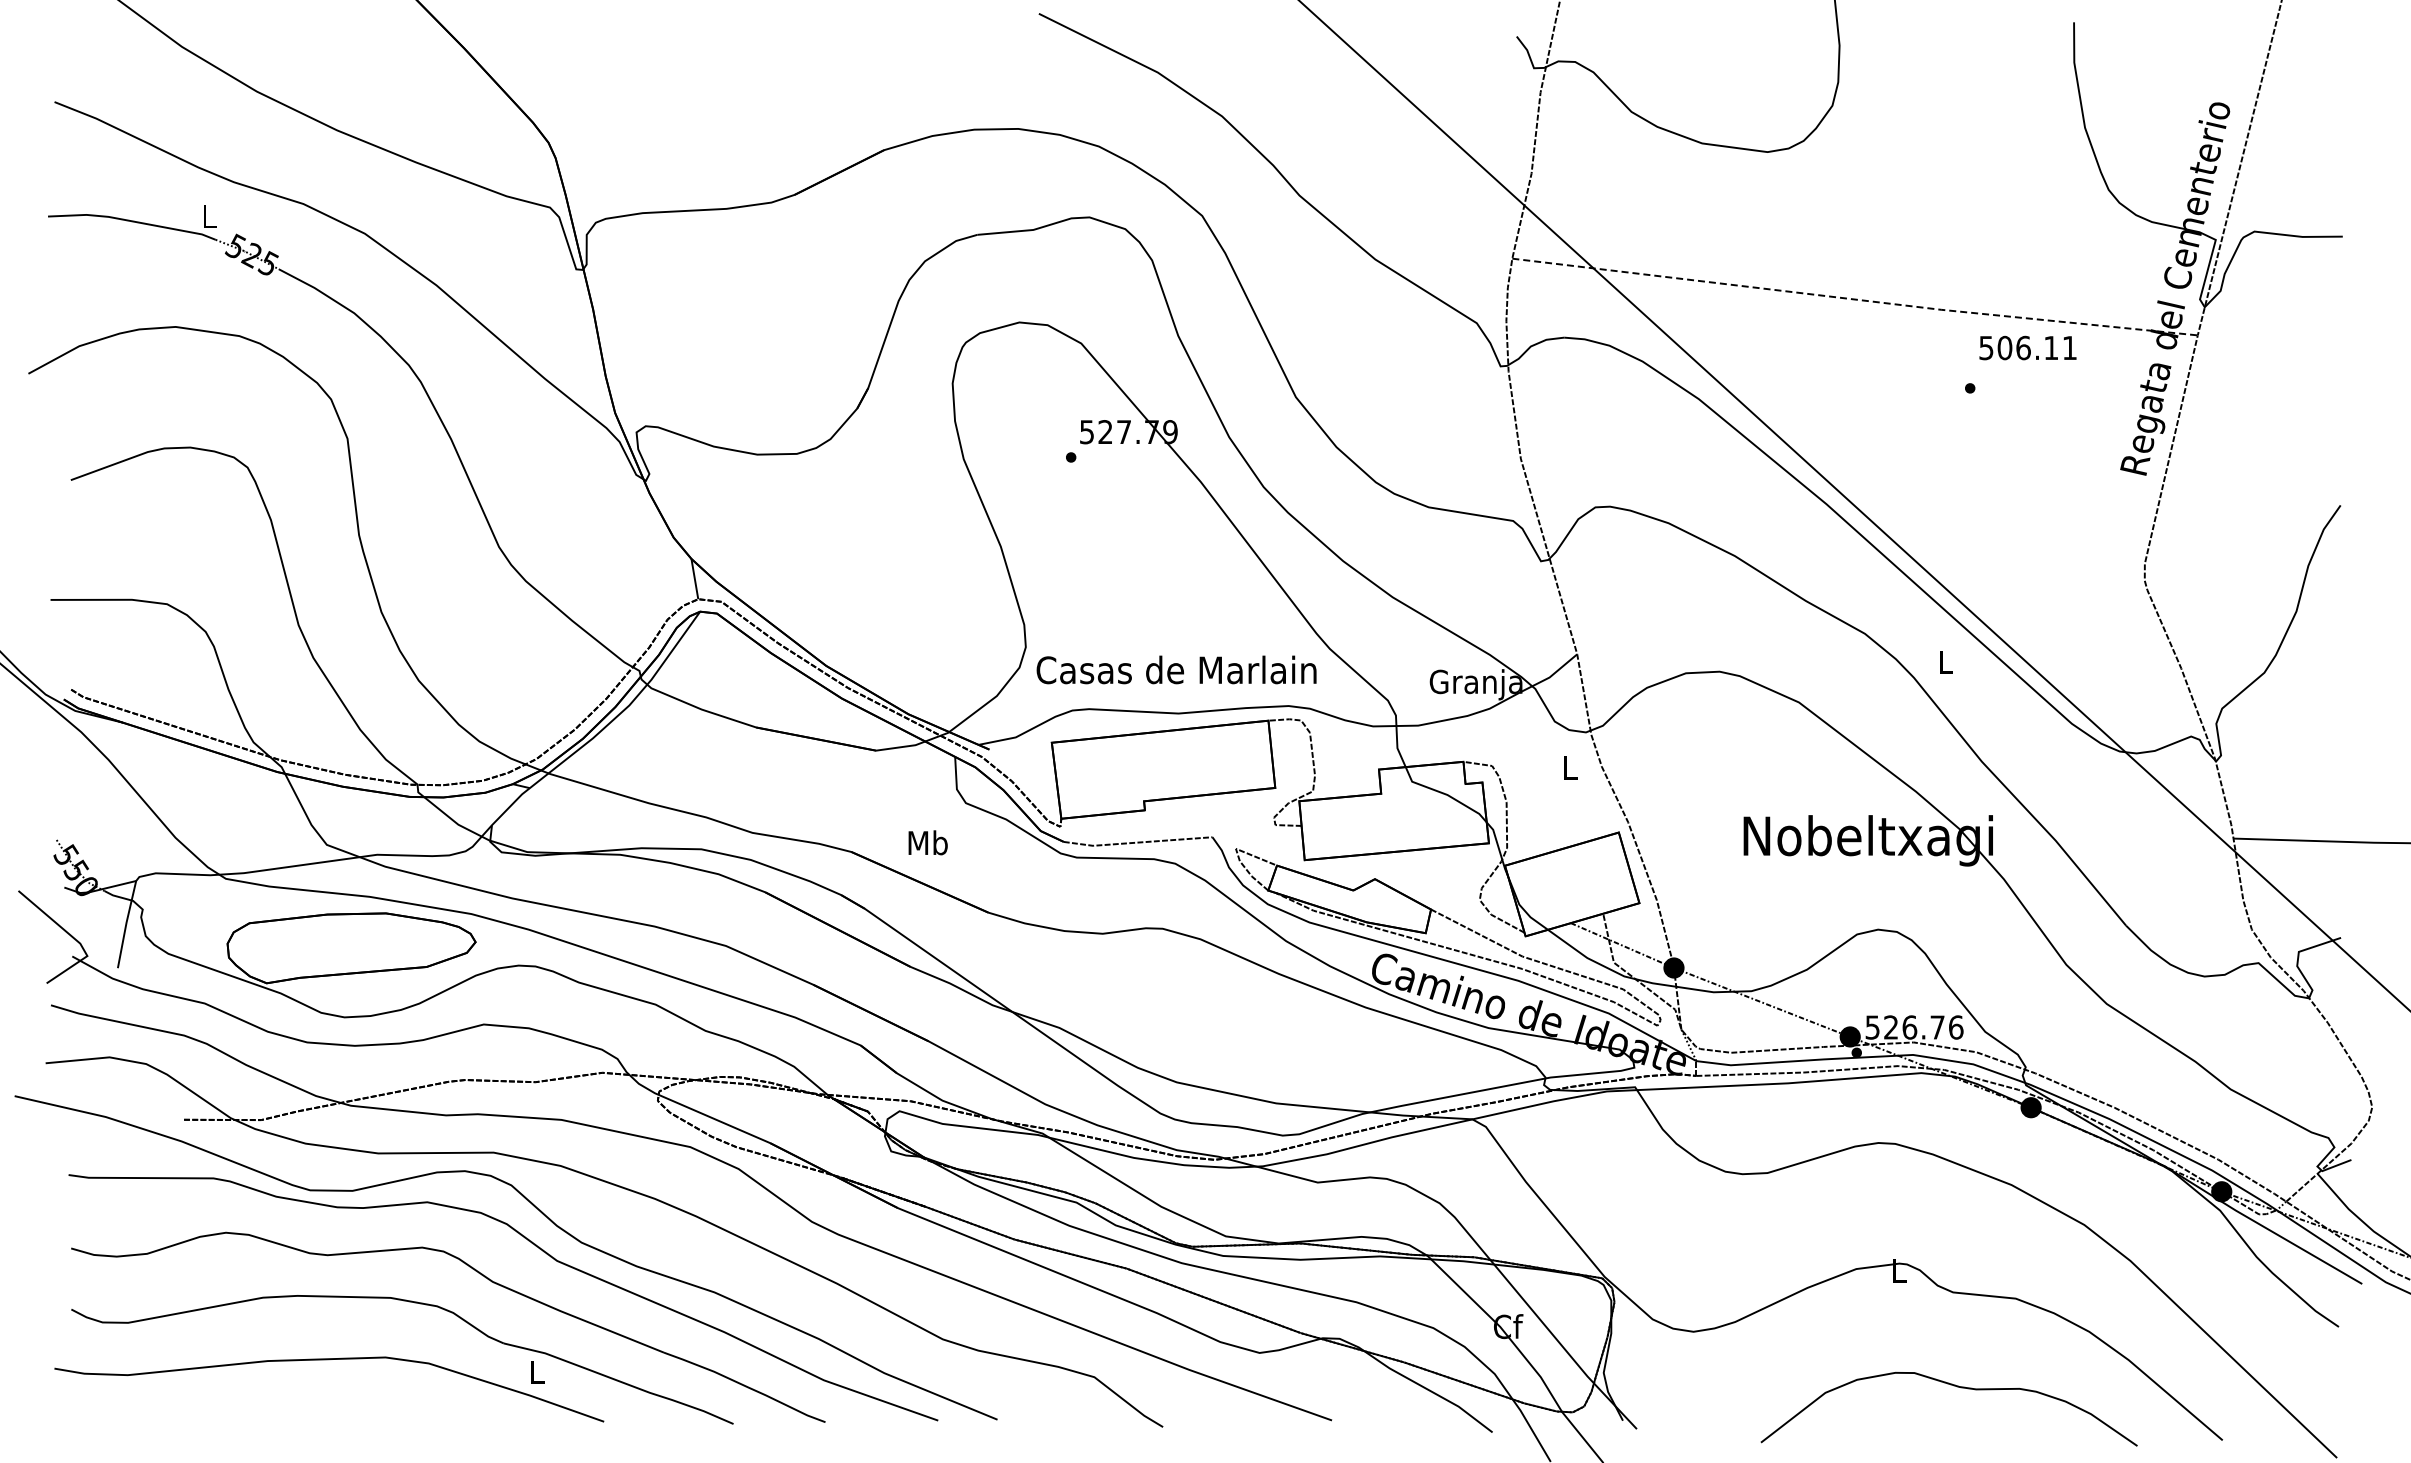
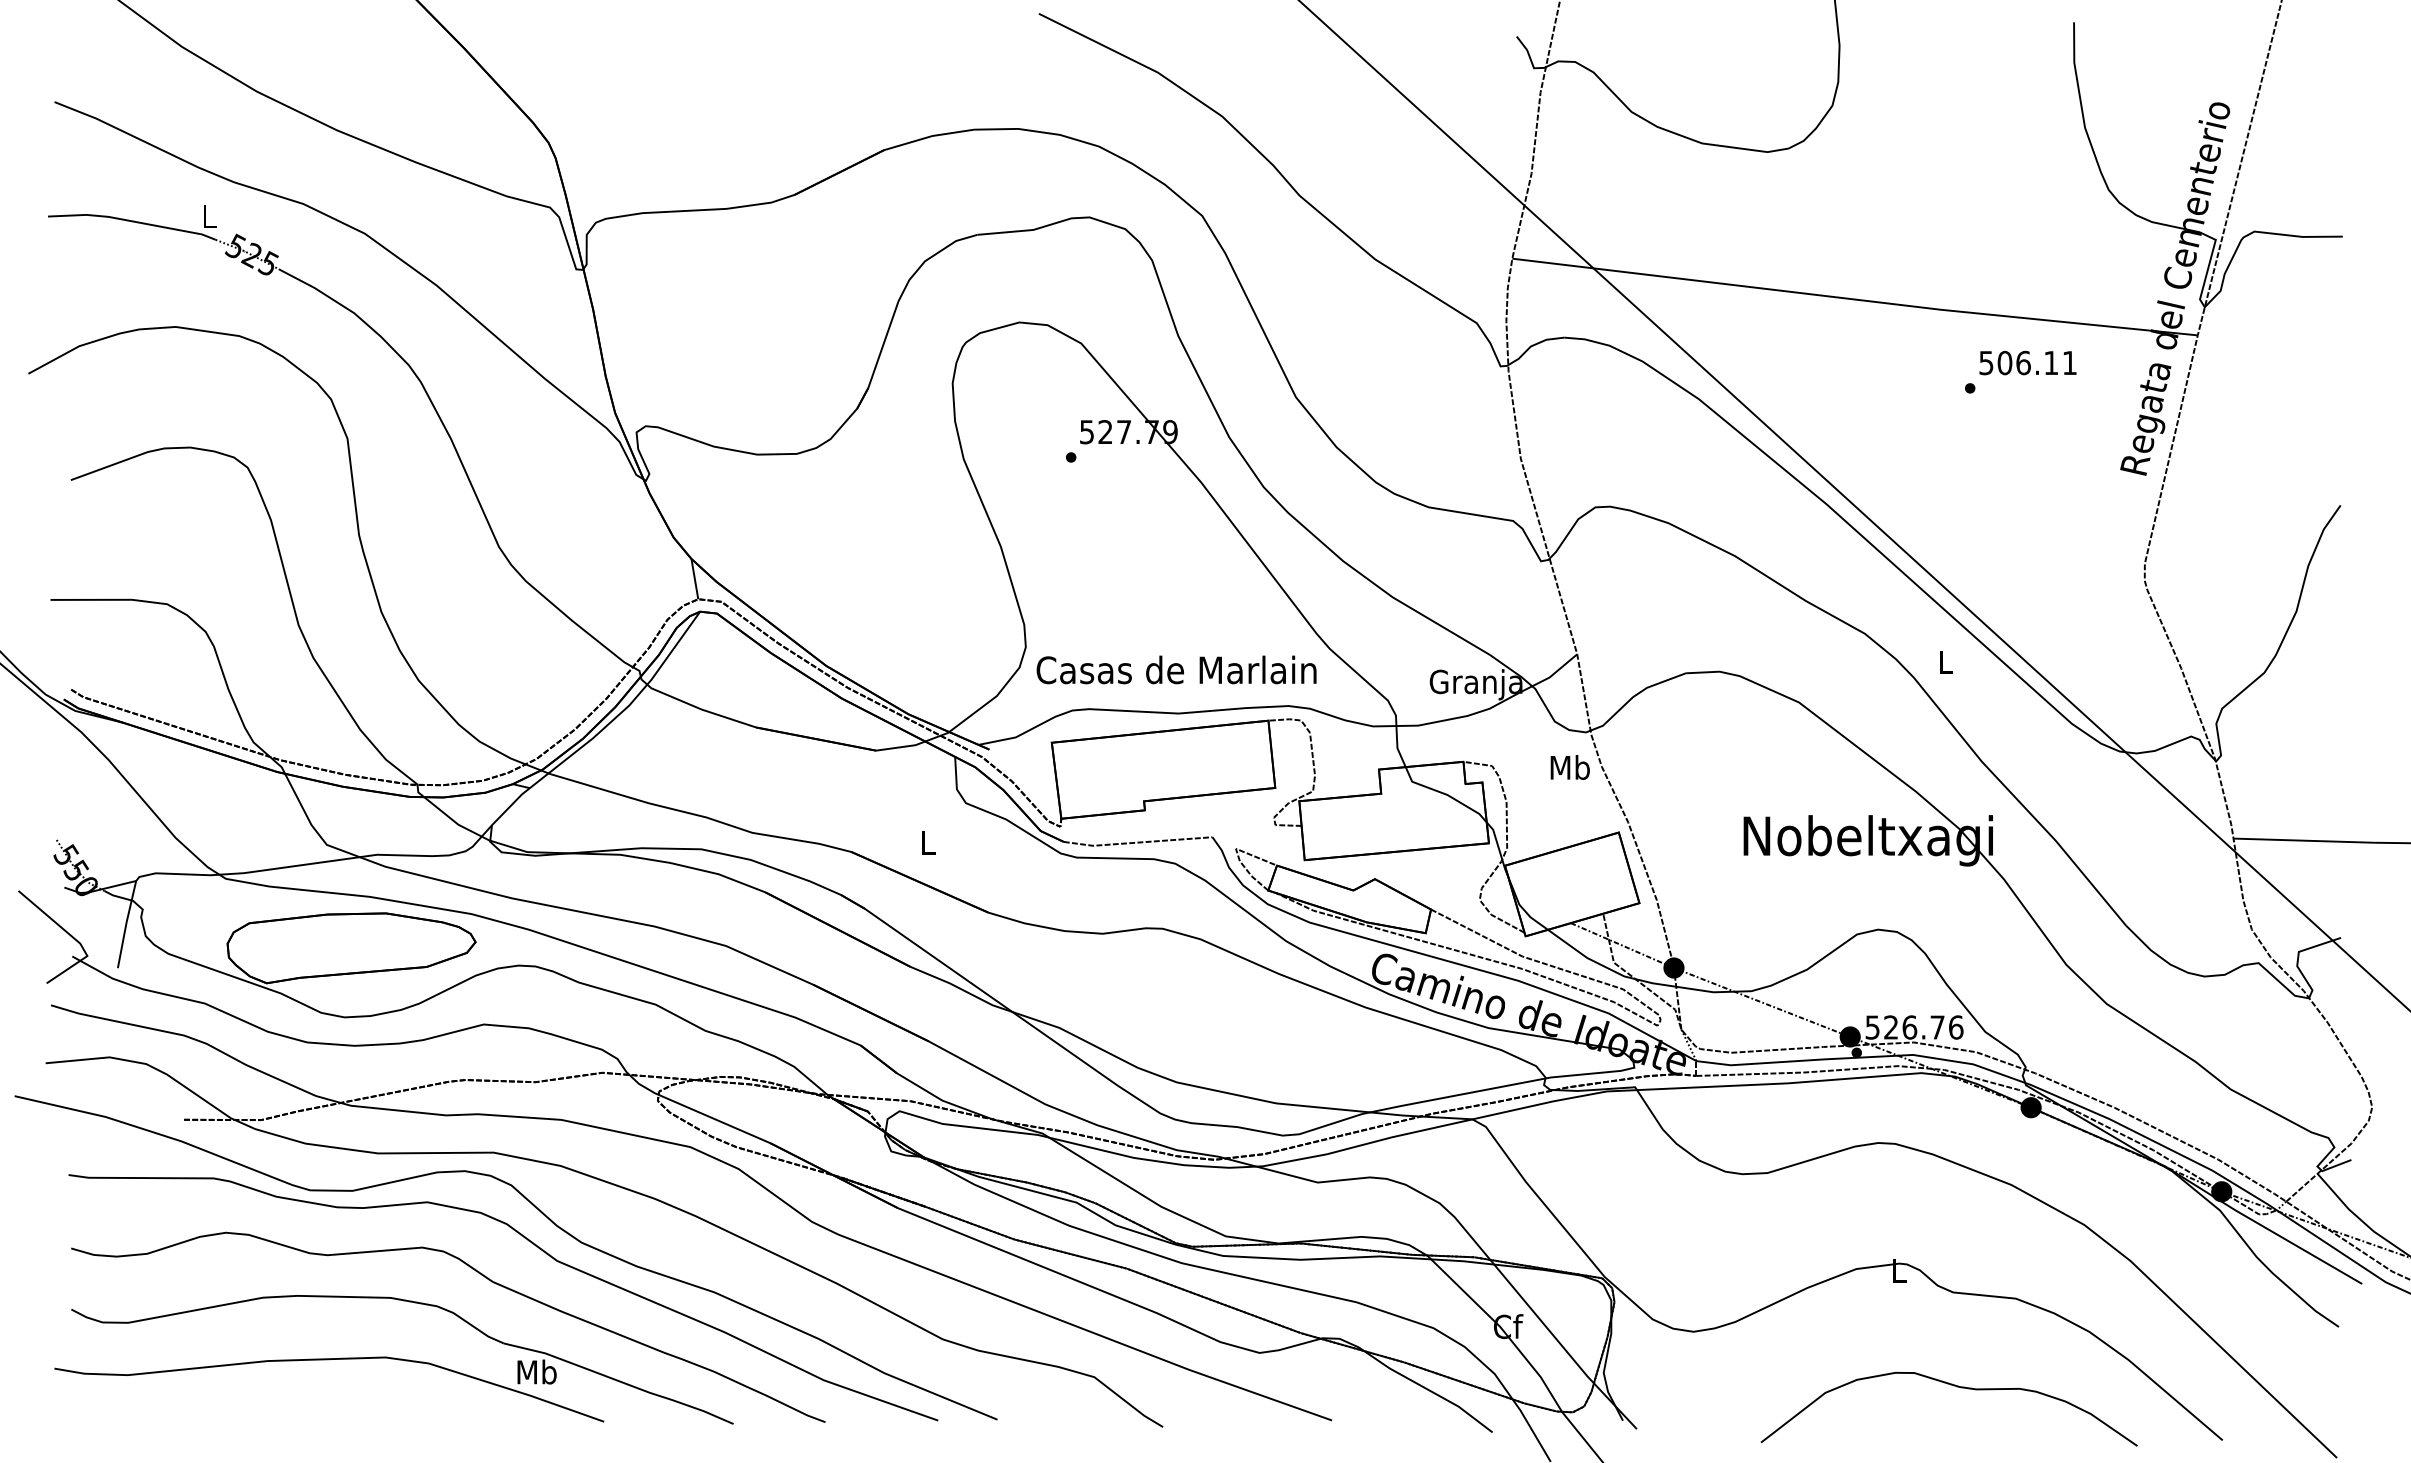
line at (1855, 299): dashed -> solid
text at (2027, 347) position: (2027, 347) -> (2027, 362)
text at (1569, 767): L -> Mb
text at (927, 842): Mb -> L
text at (536, 1371): L -> Mb
